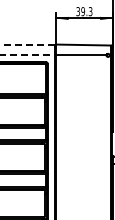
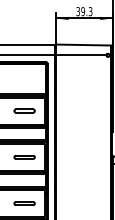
line at (27, 44): dashed -> solid
line at (28, 55): dashed -> solid
part at (24, 110): none -> present
part at (24, 156): none -> present
line at (24, 202): none -> present
